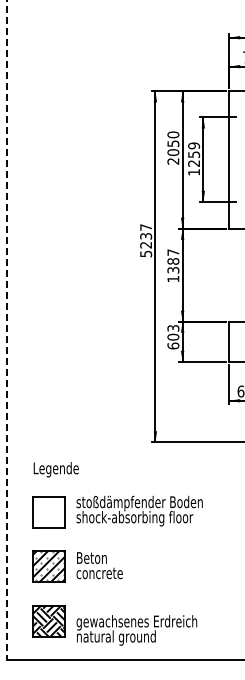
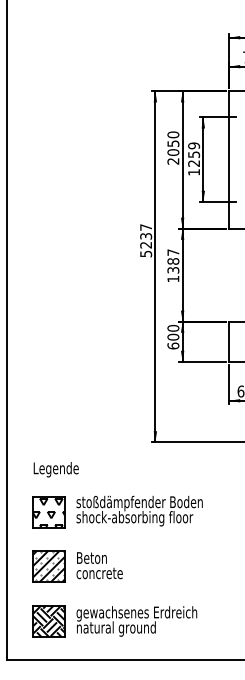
text at (173, 327): 603 -> 600
line at (7, 330): dashed -> solid
hatch at (48, 512): none -> present
text at (136, 630) position: (136, 630) -> (136, 621)
